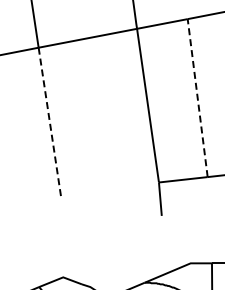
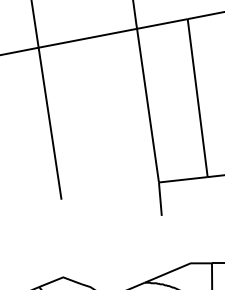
line at (197, 98): dashed -> solid
line at (50, 123): dashed -> solid
